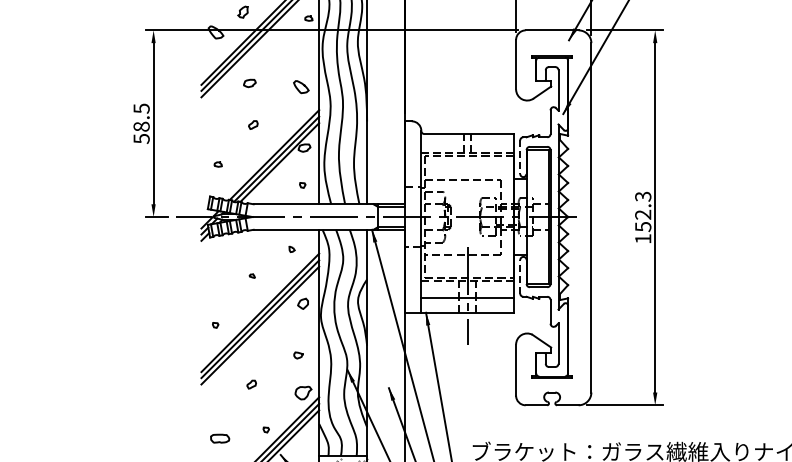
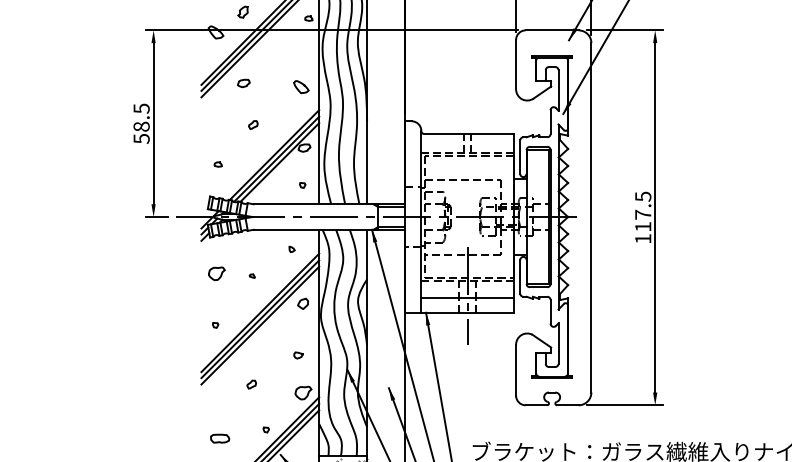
part at (249, 83) position: (249, 83) -> (243, 83)
line at (520, 157): dashed -> solid
text at (643, 211): 152.3 -> 117.5
part at (216, 273): none -> present
line at (520, 276): dashed -> solid
